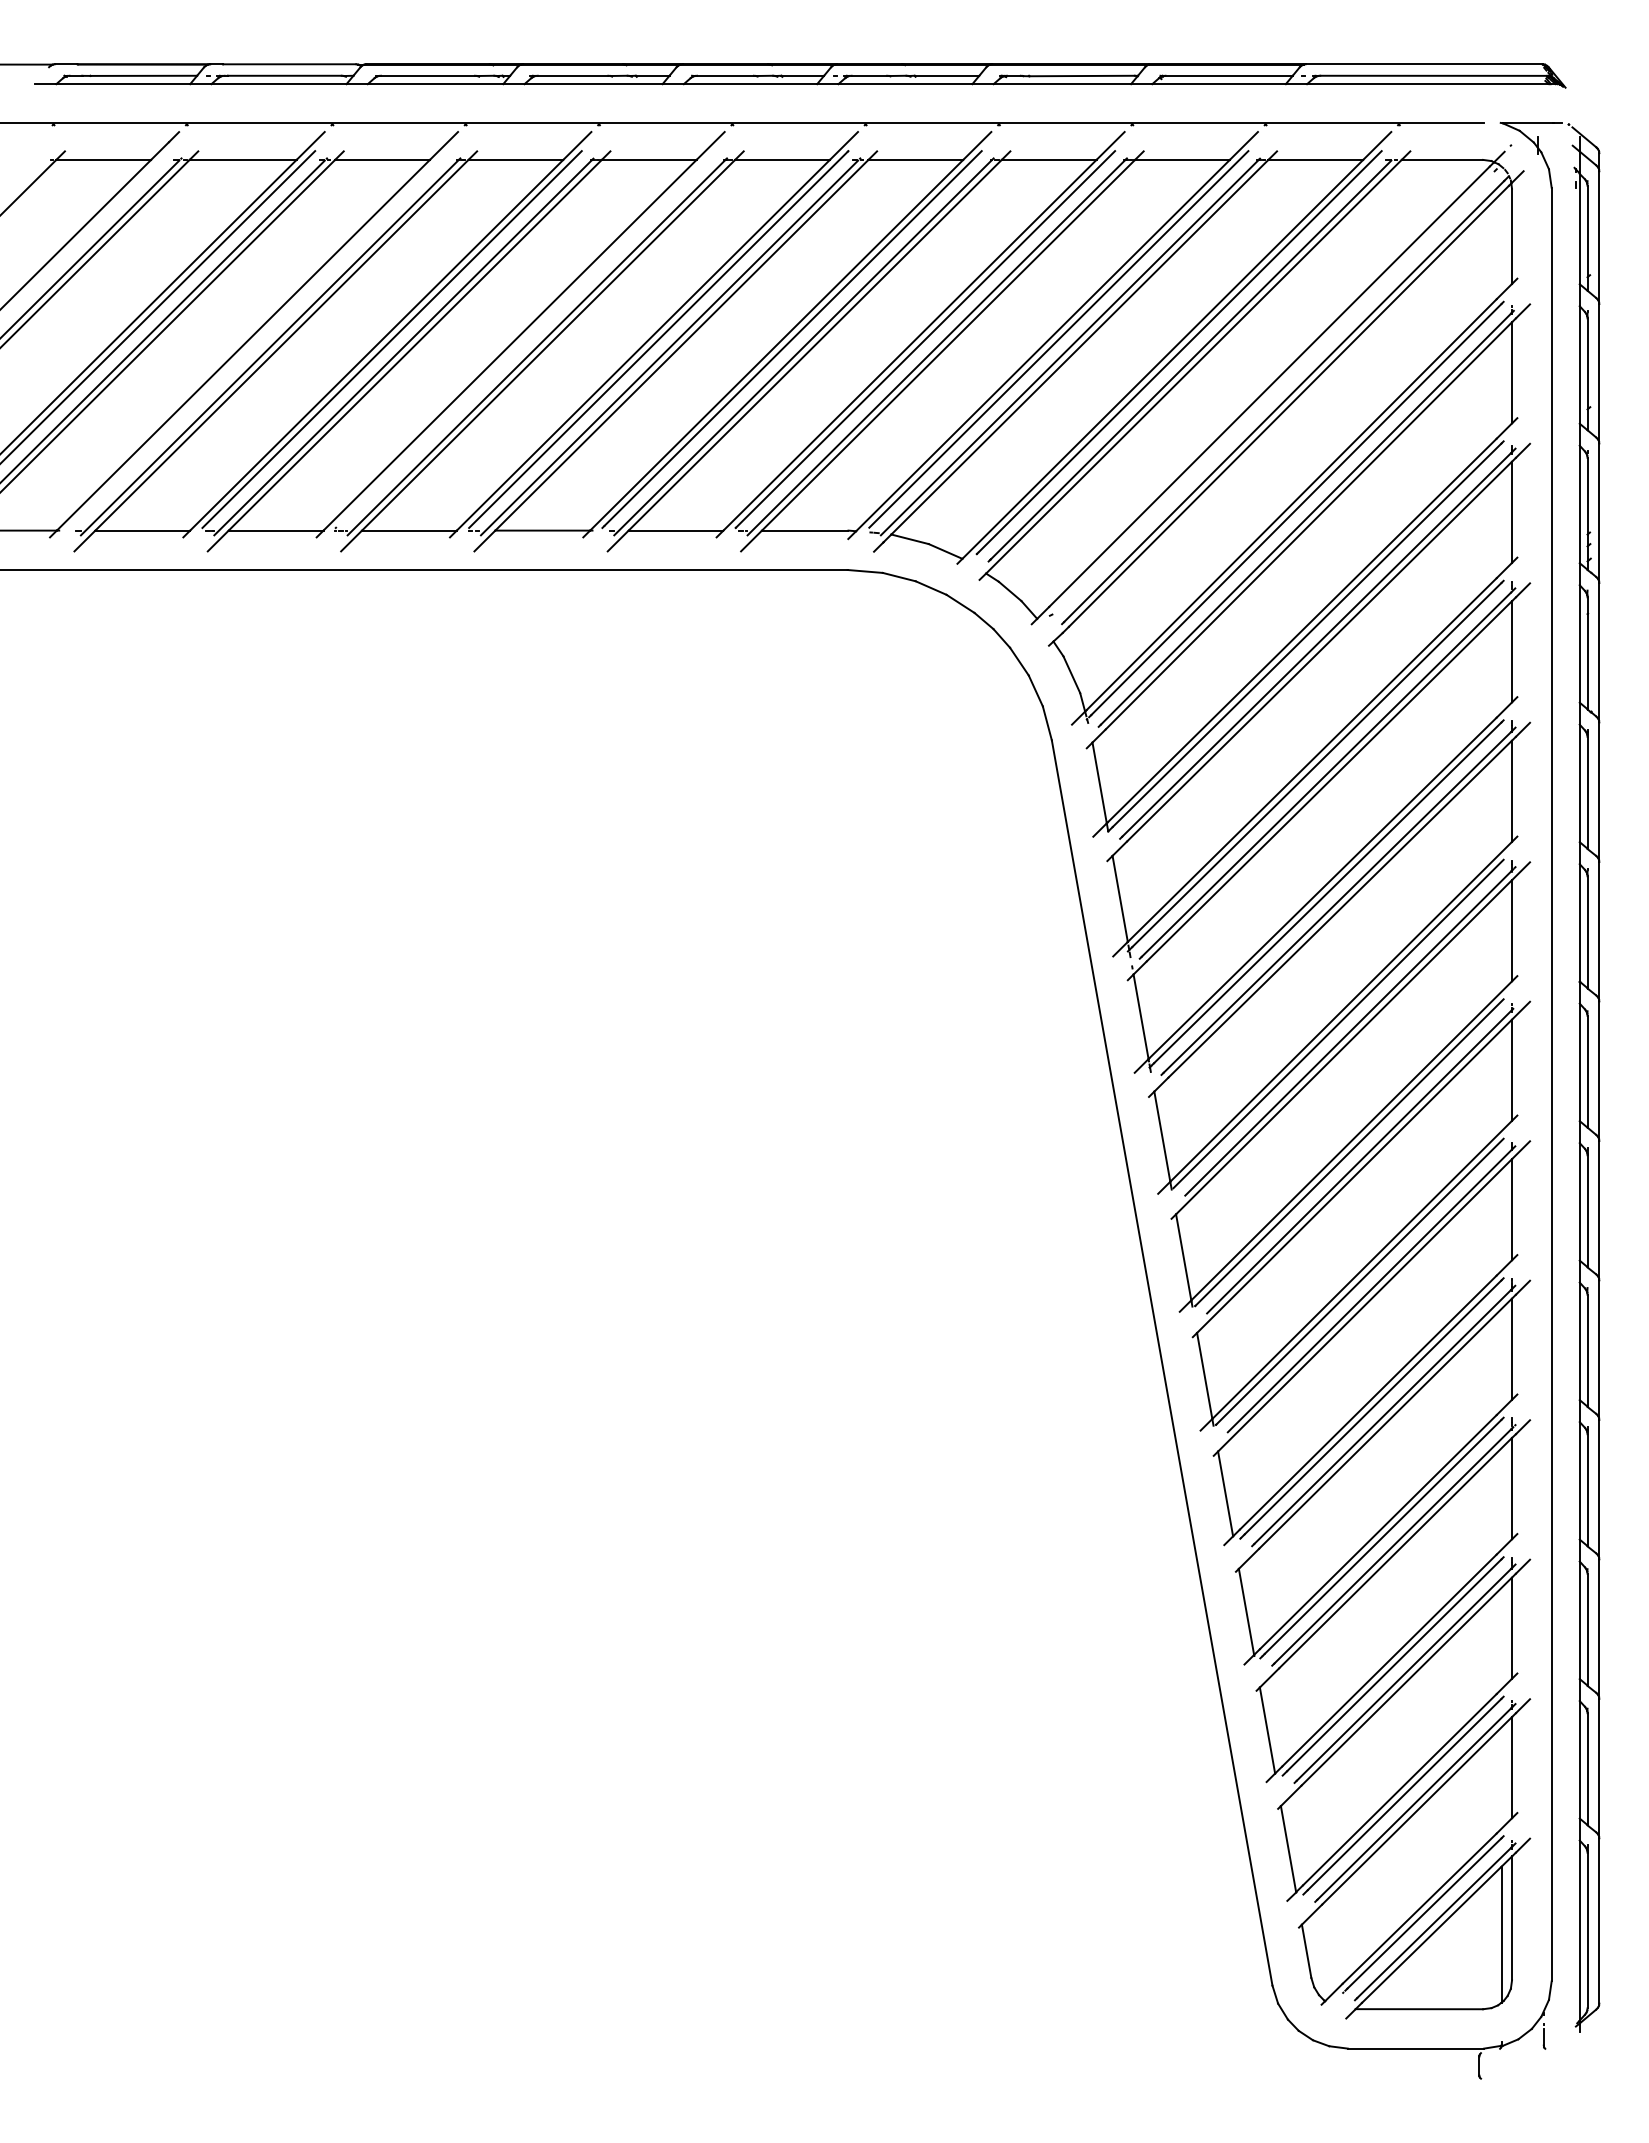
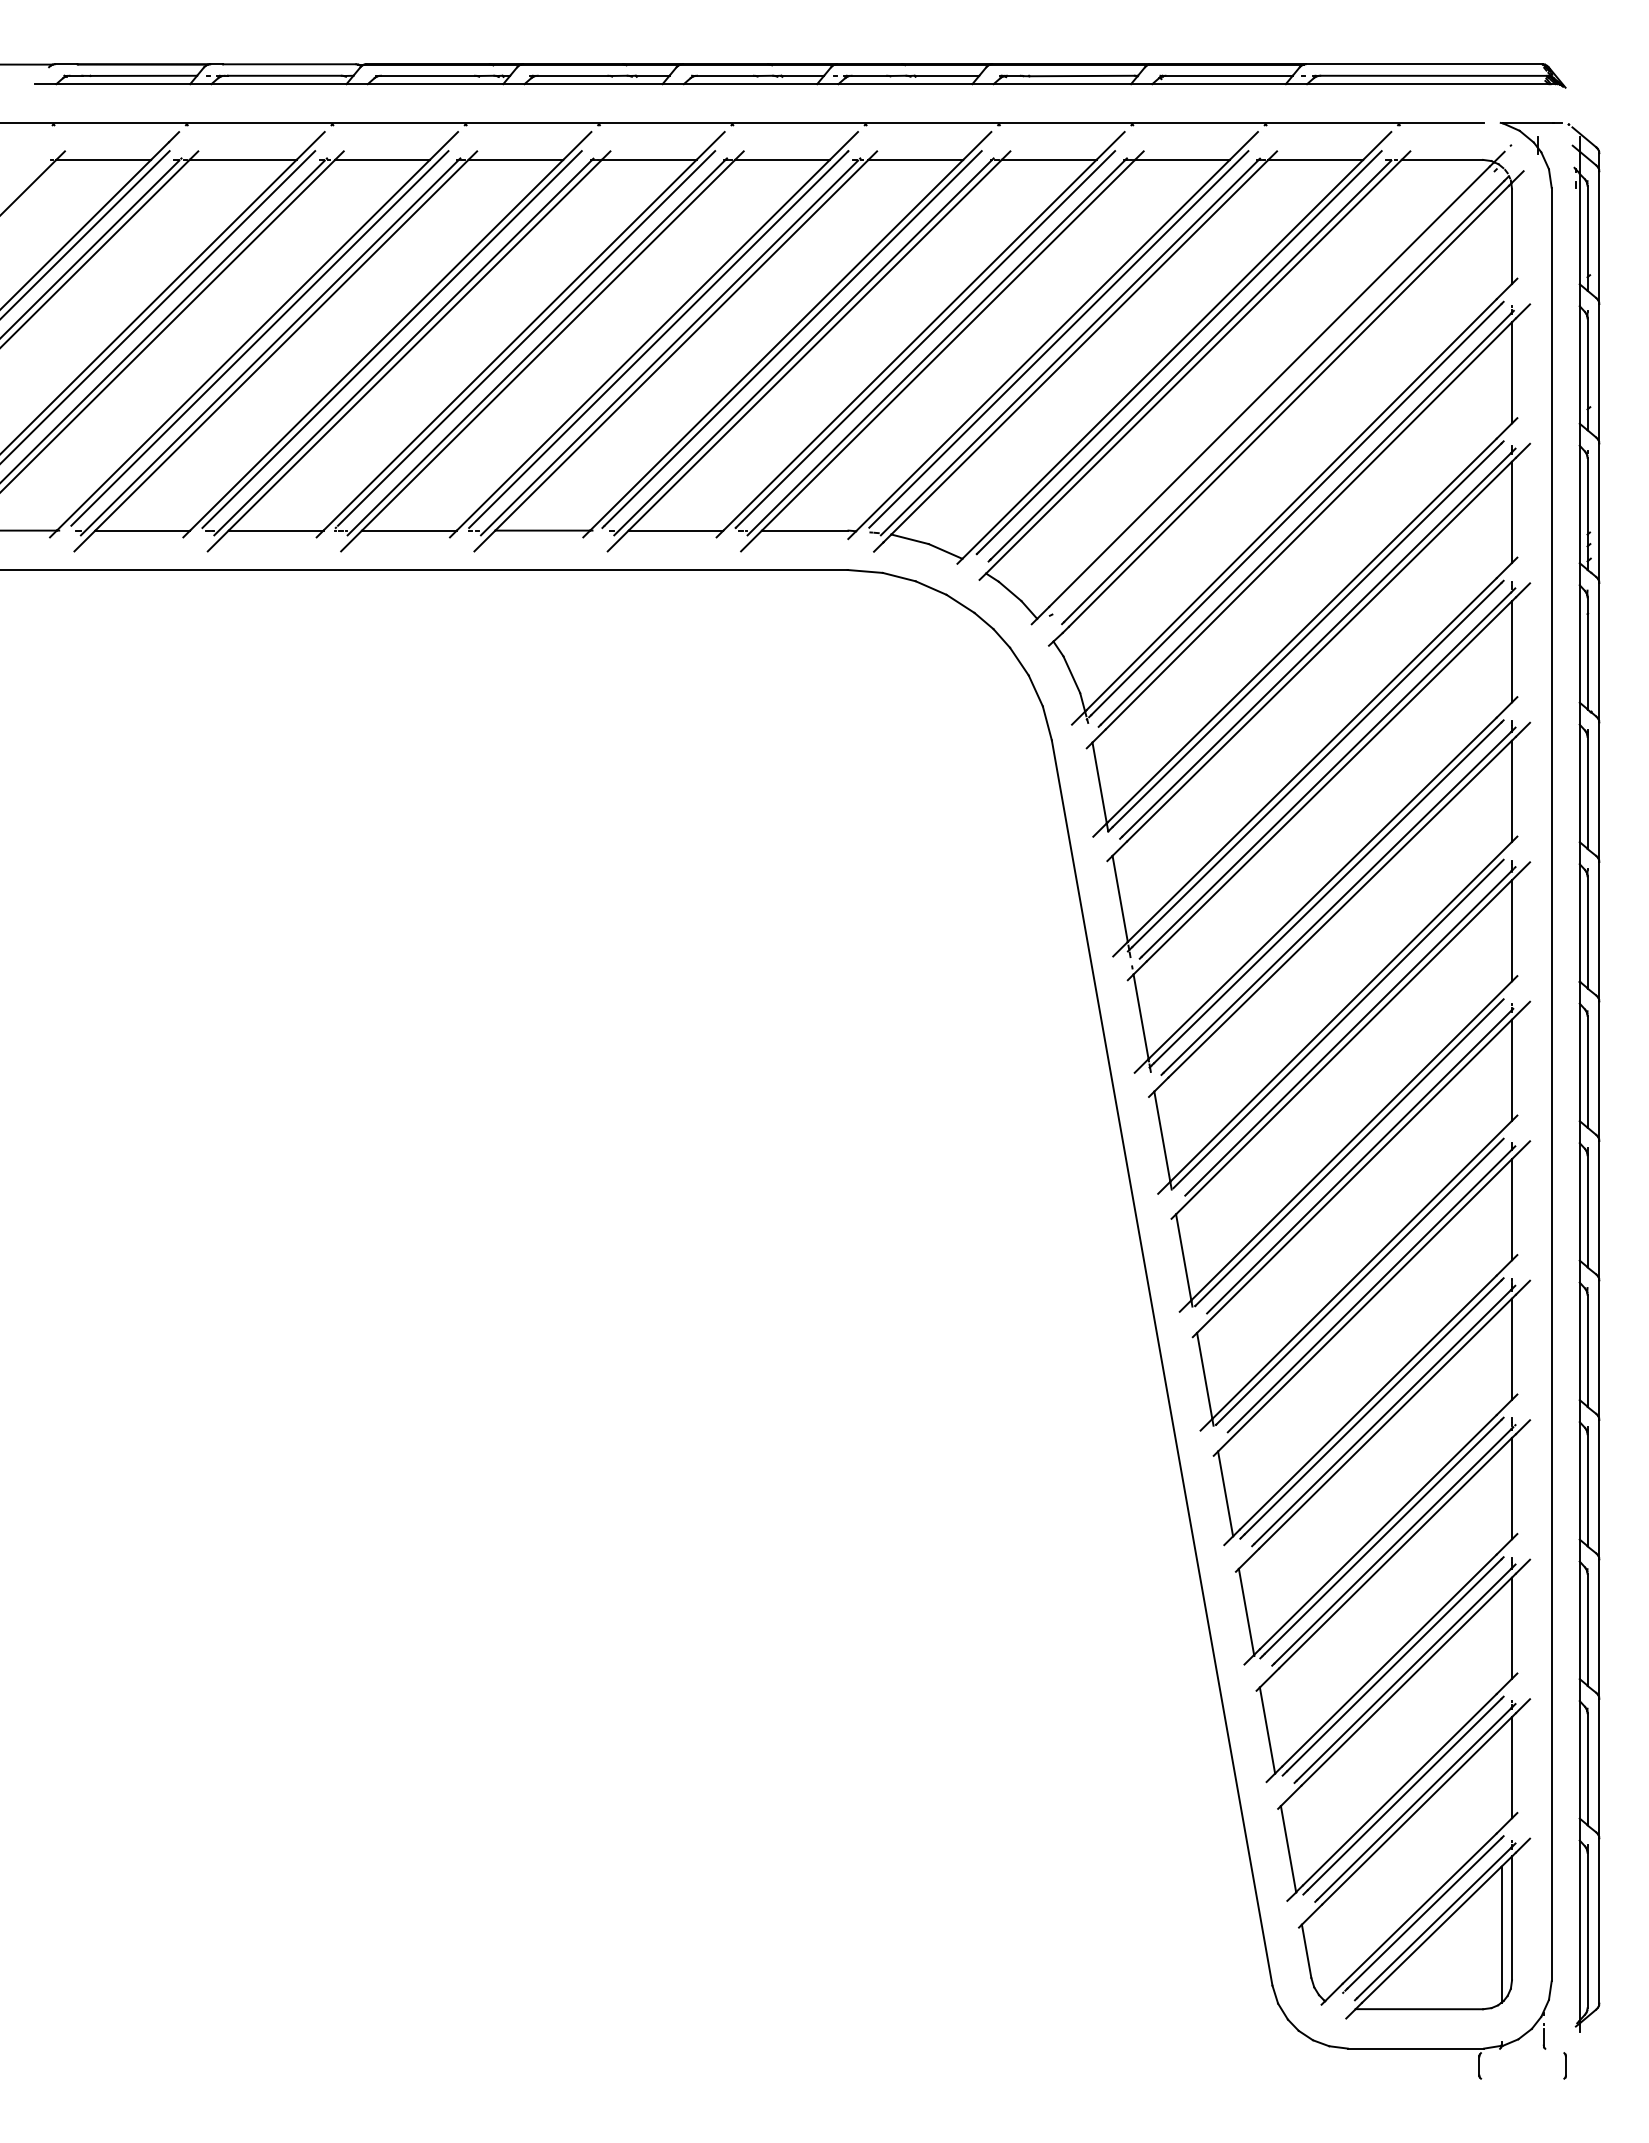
line at (85, 234): none -> present
line at (259, 338): none -> present
line at (526, 338): none -> present
part at (1564, 2065): none -> present
